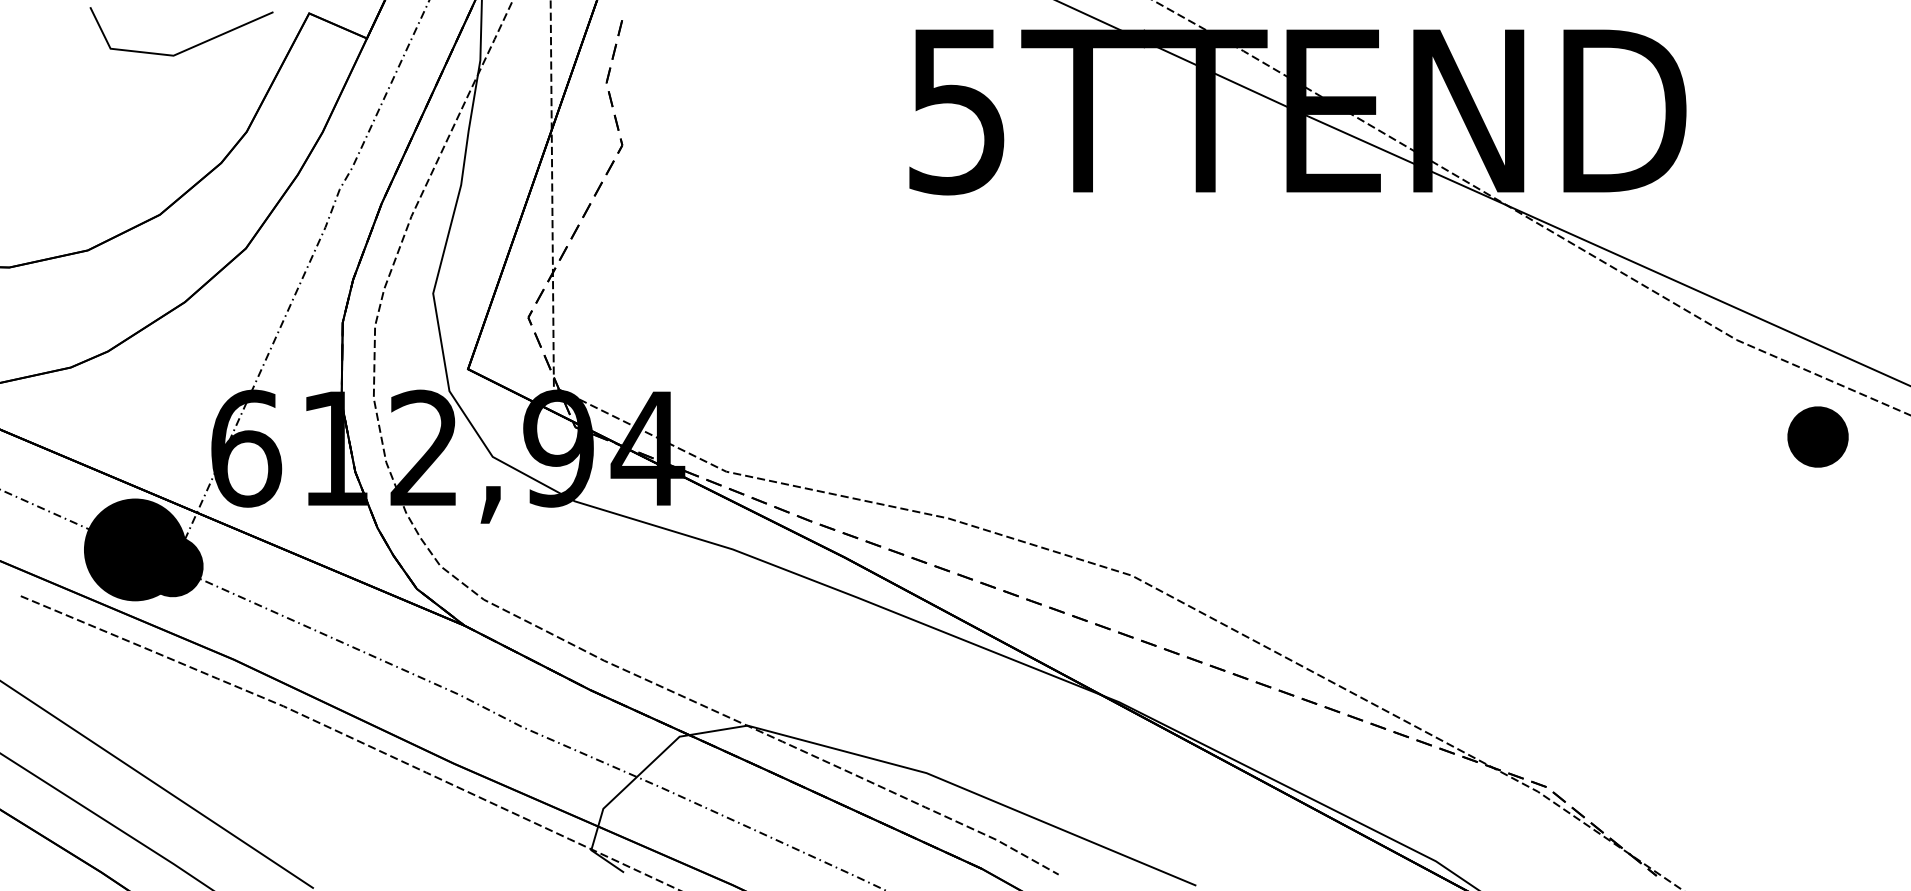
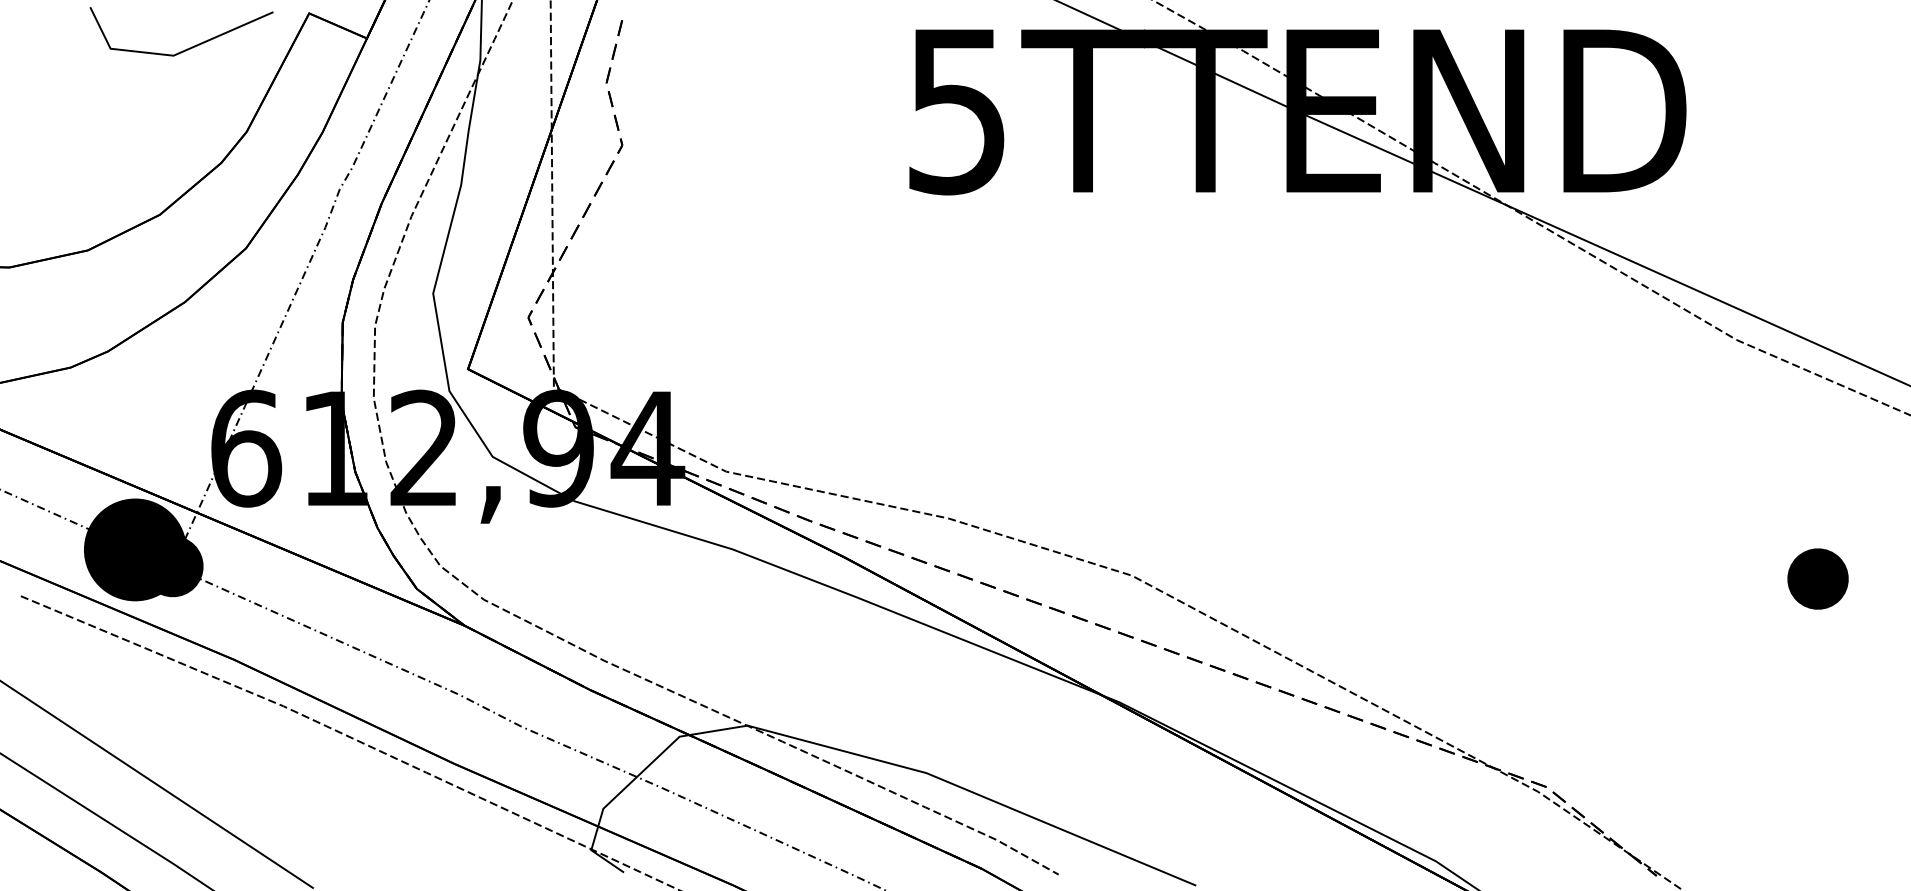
part at (1817, 436) position: (1817, 436) -> (1817, 578)
